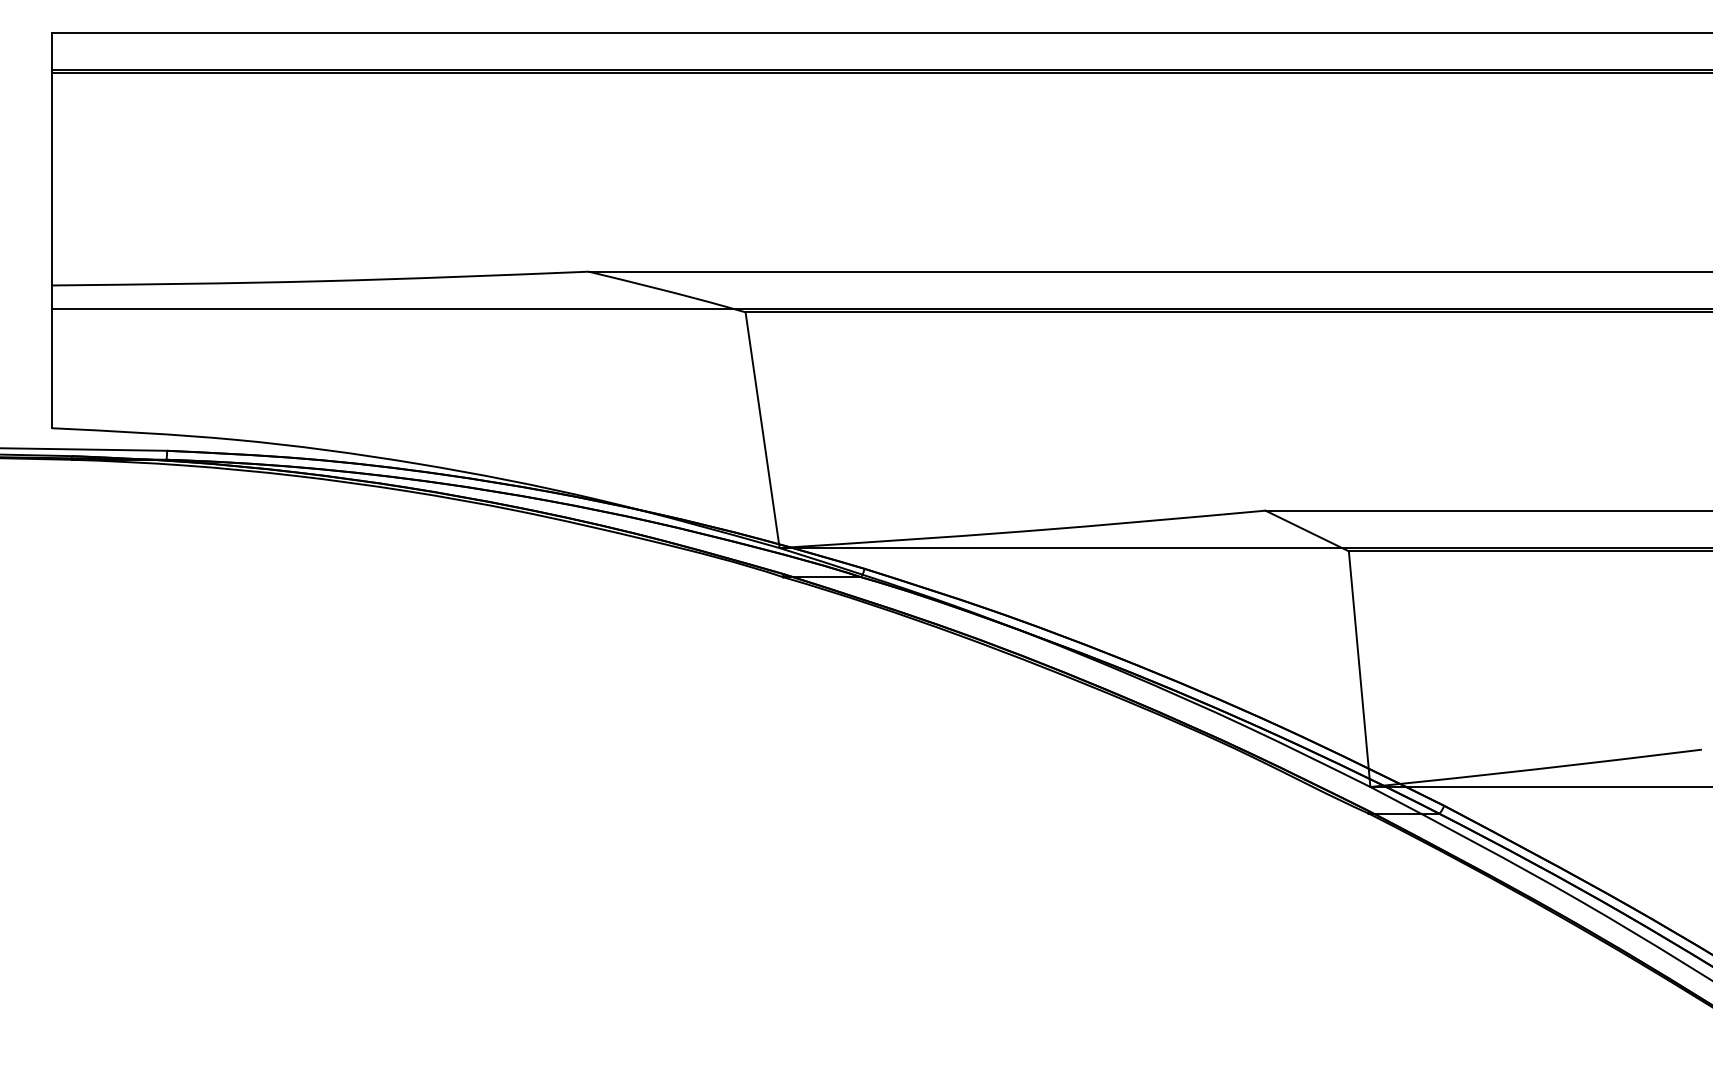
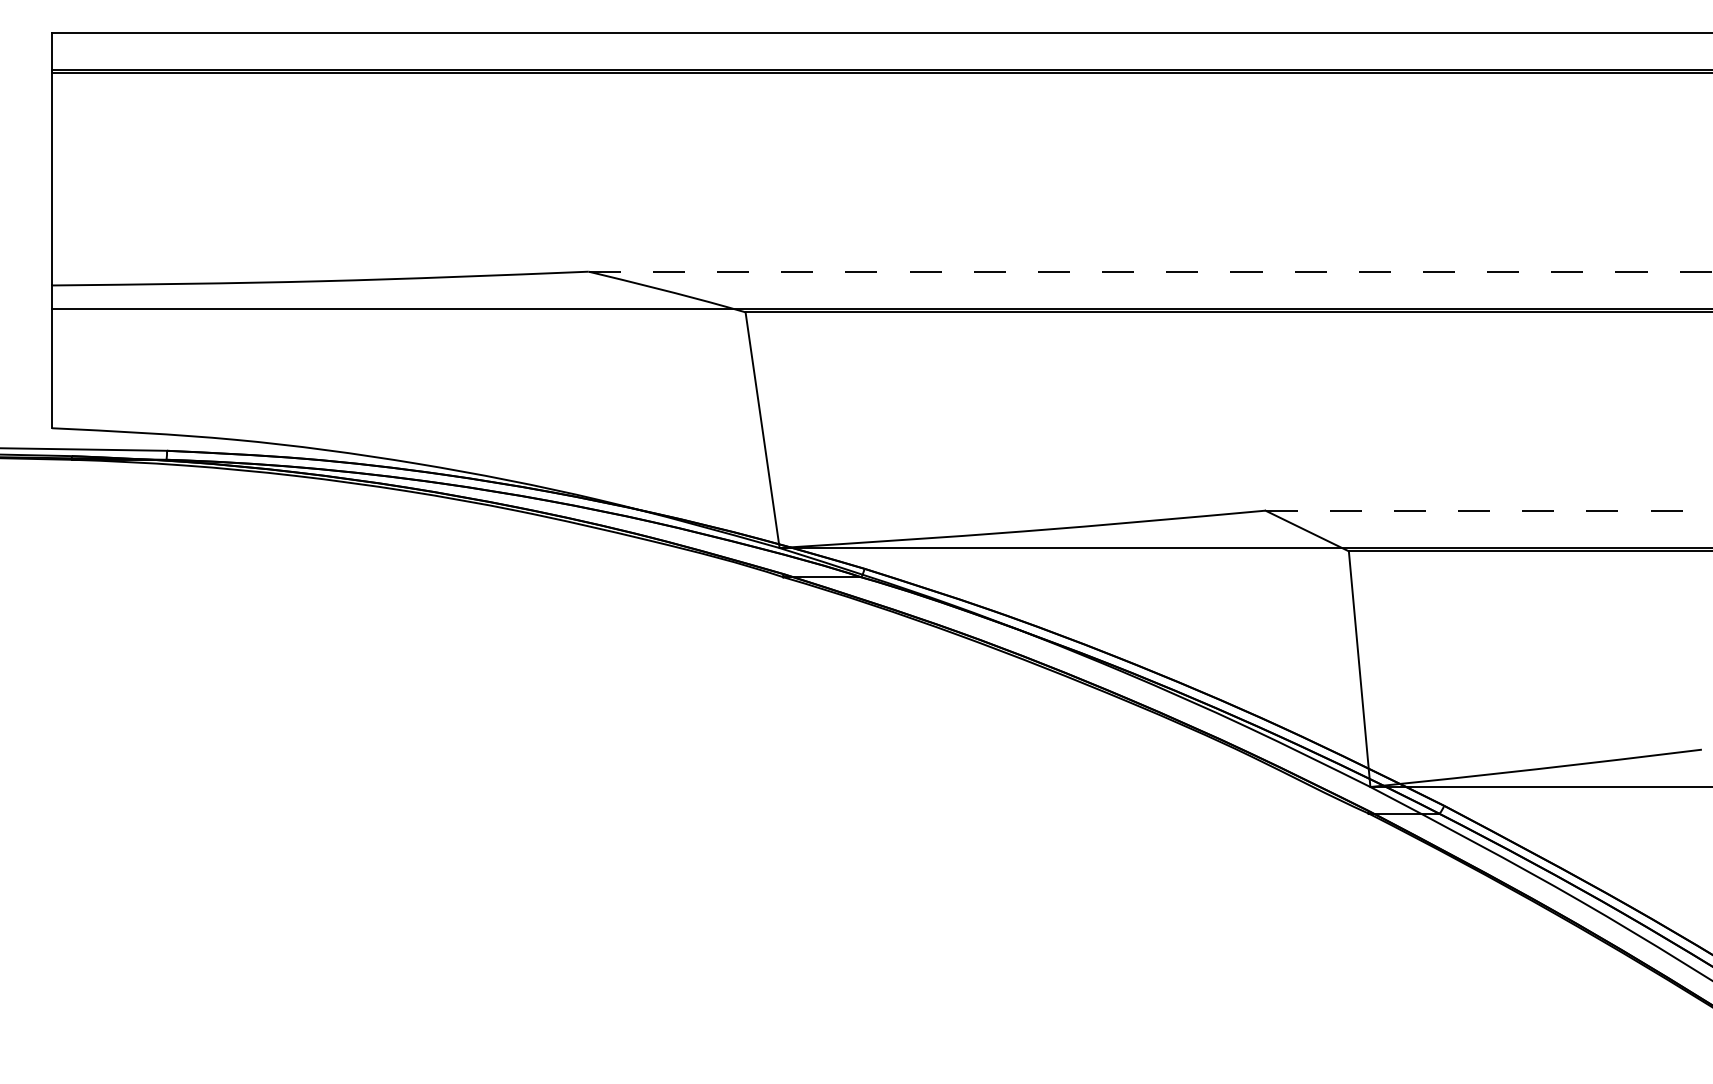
line at (1150, 271): solid -> dashed
line at (1489, 510): solid -> dashed
